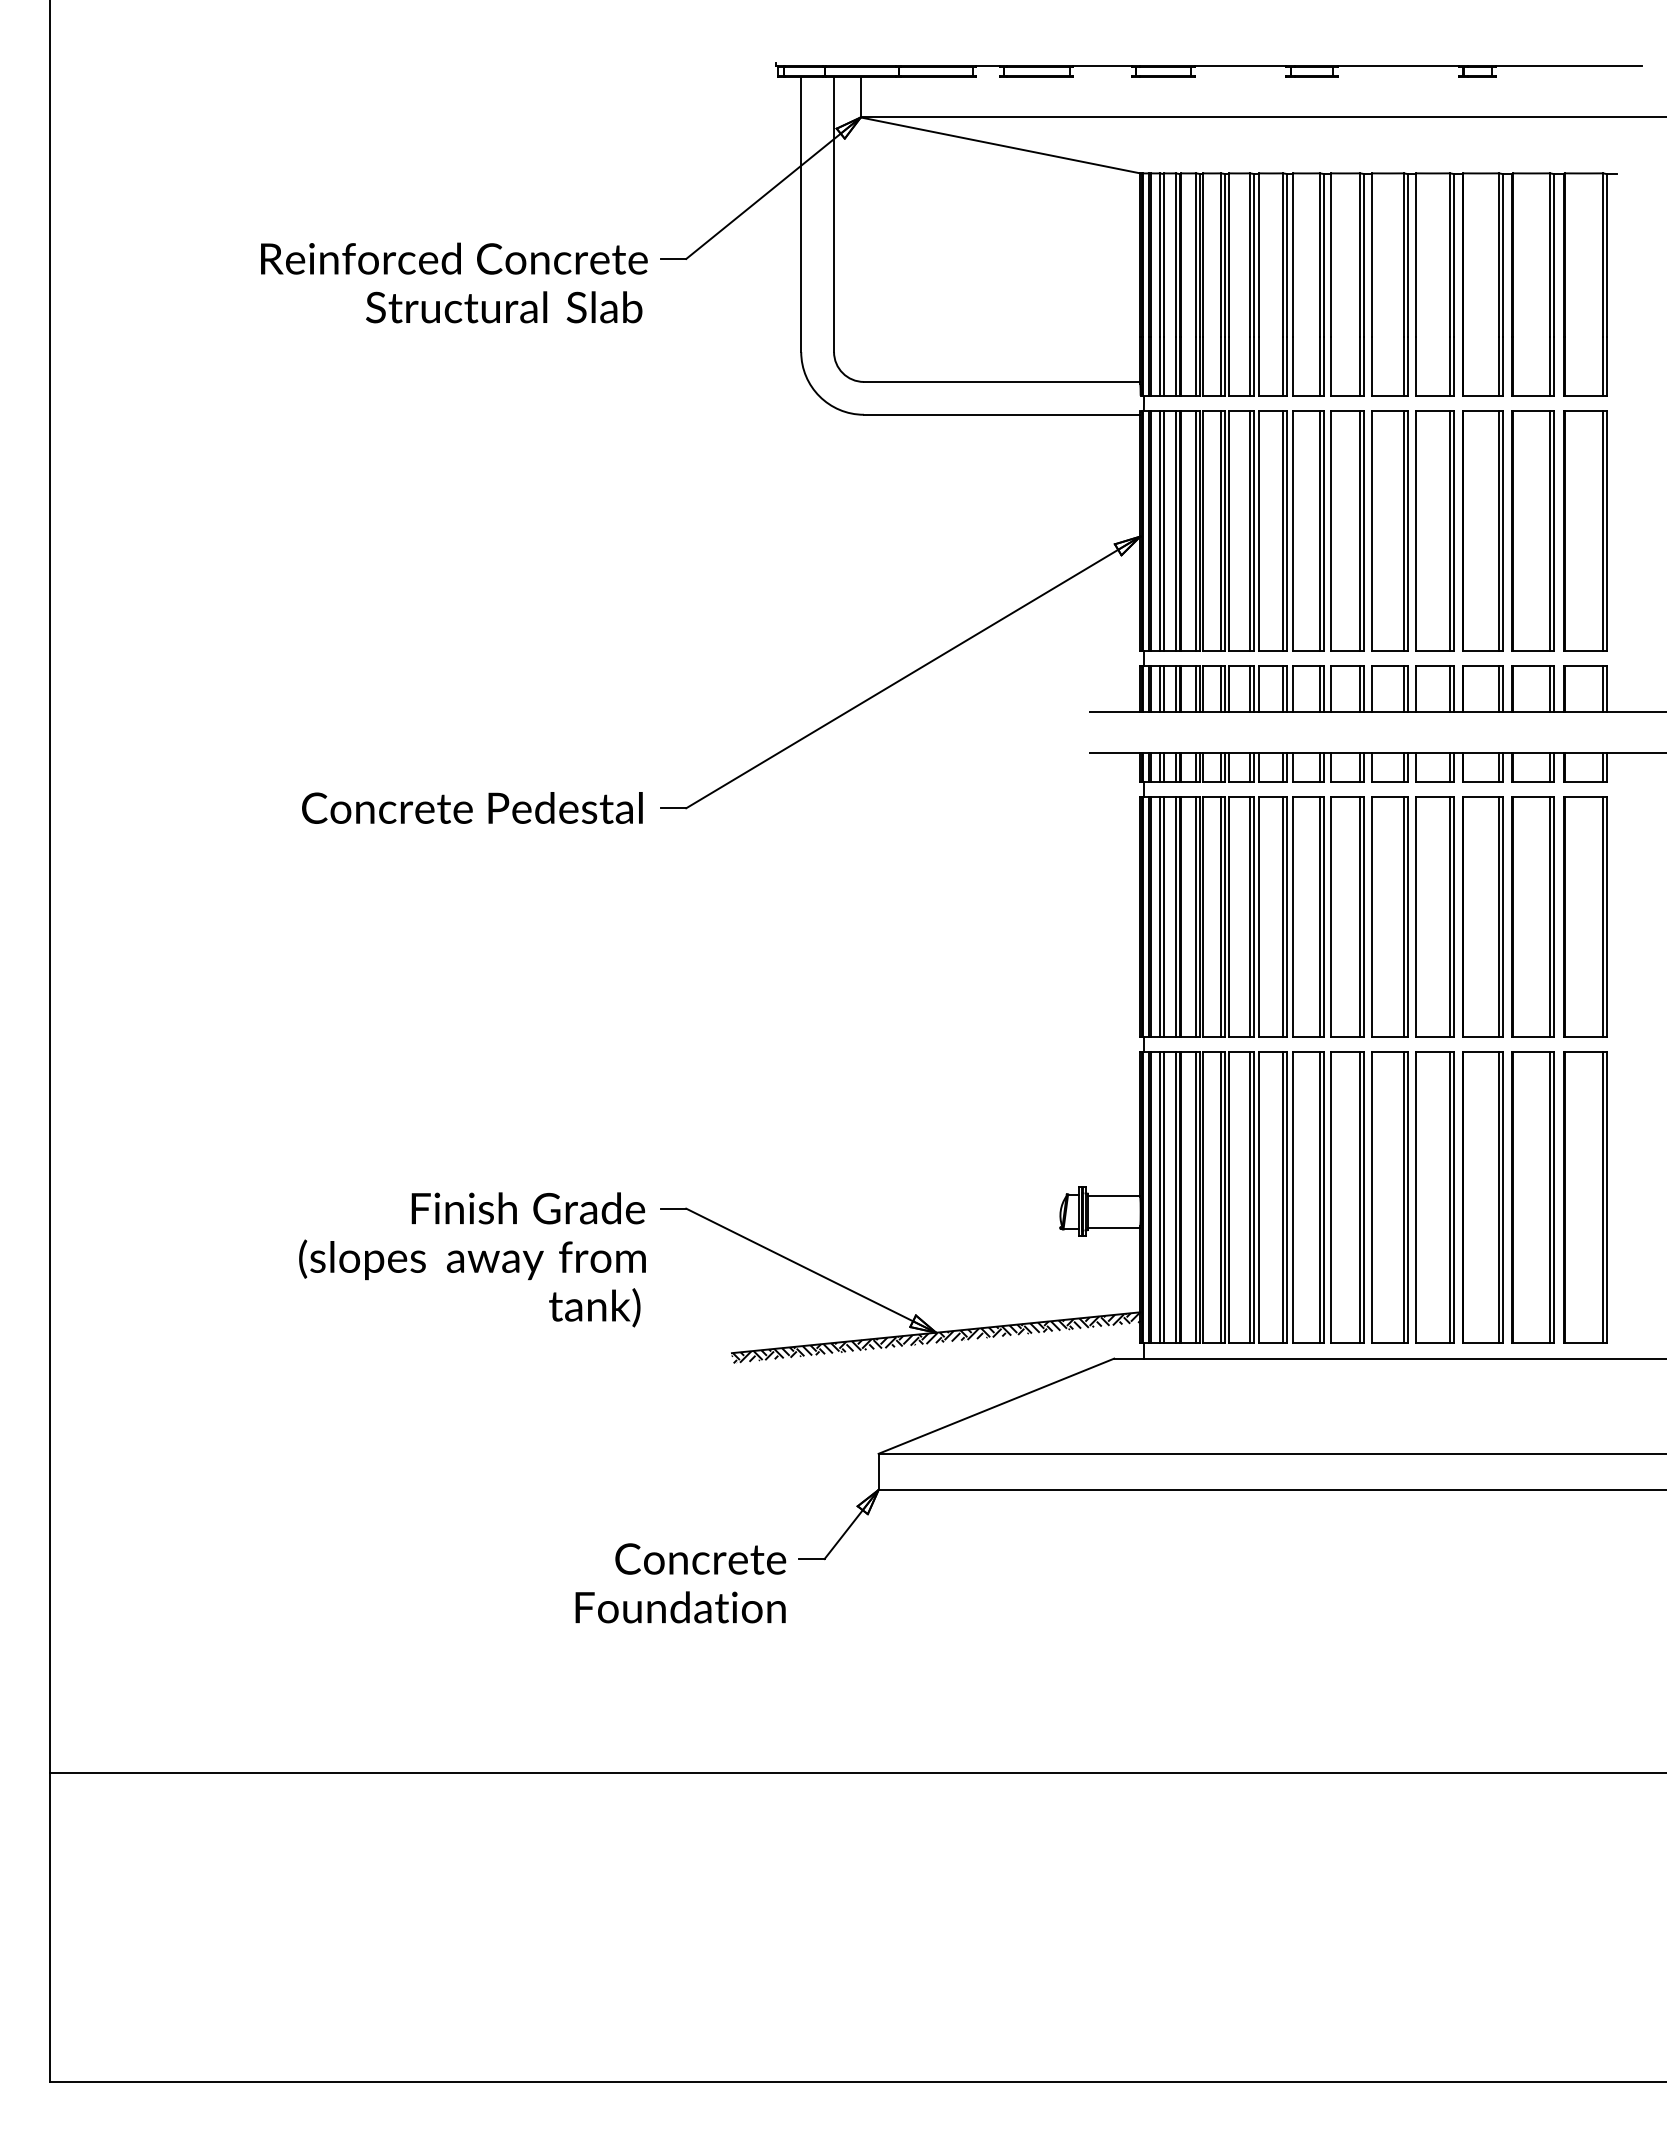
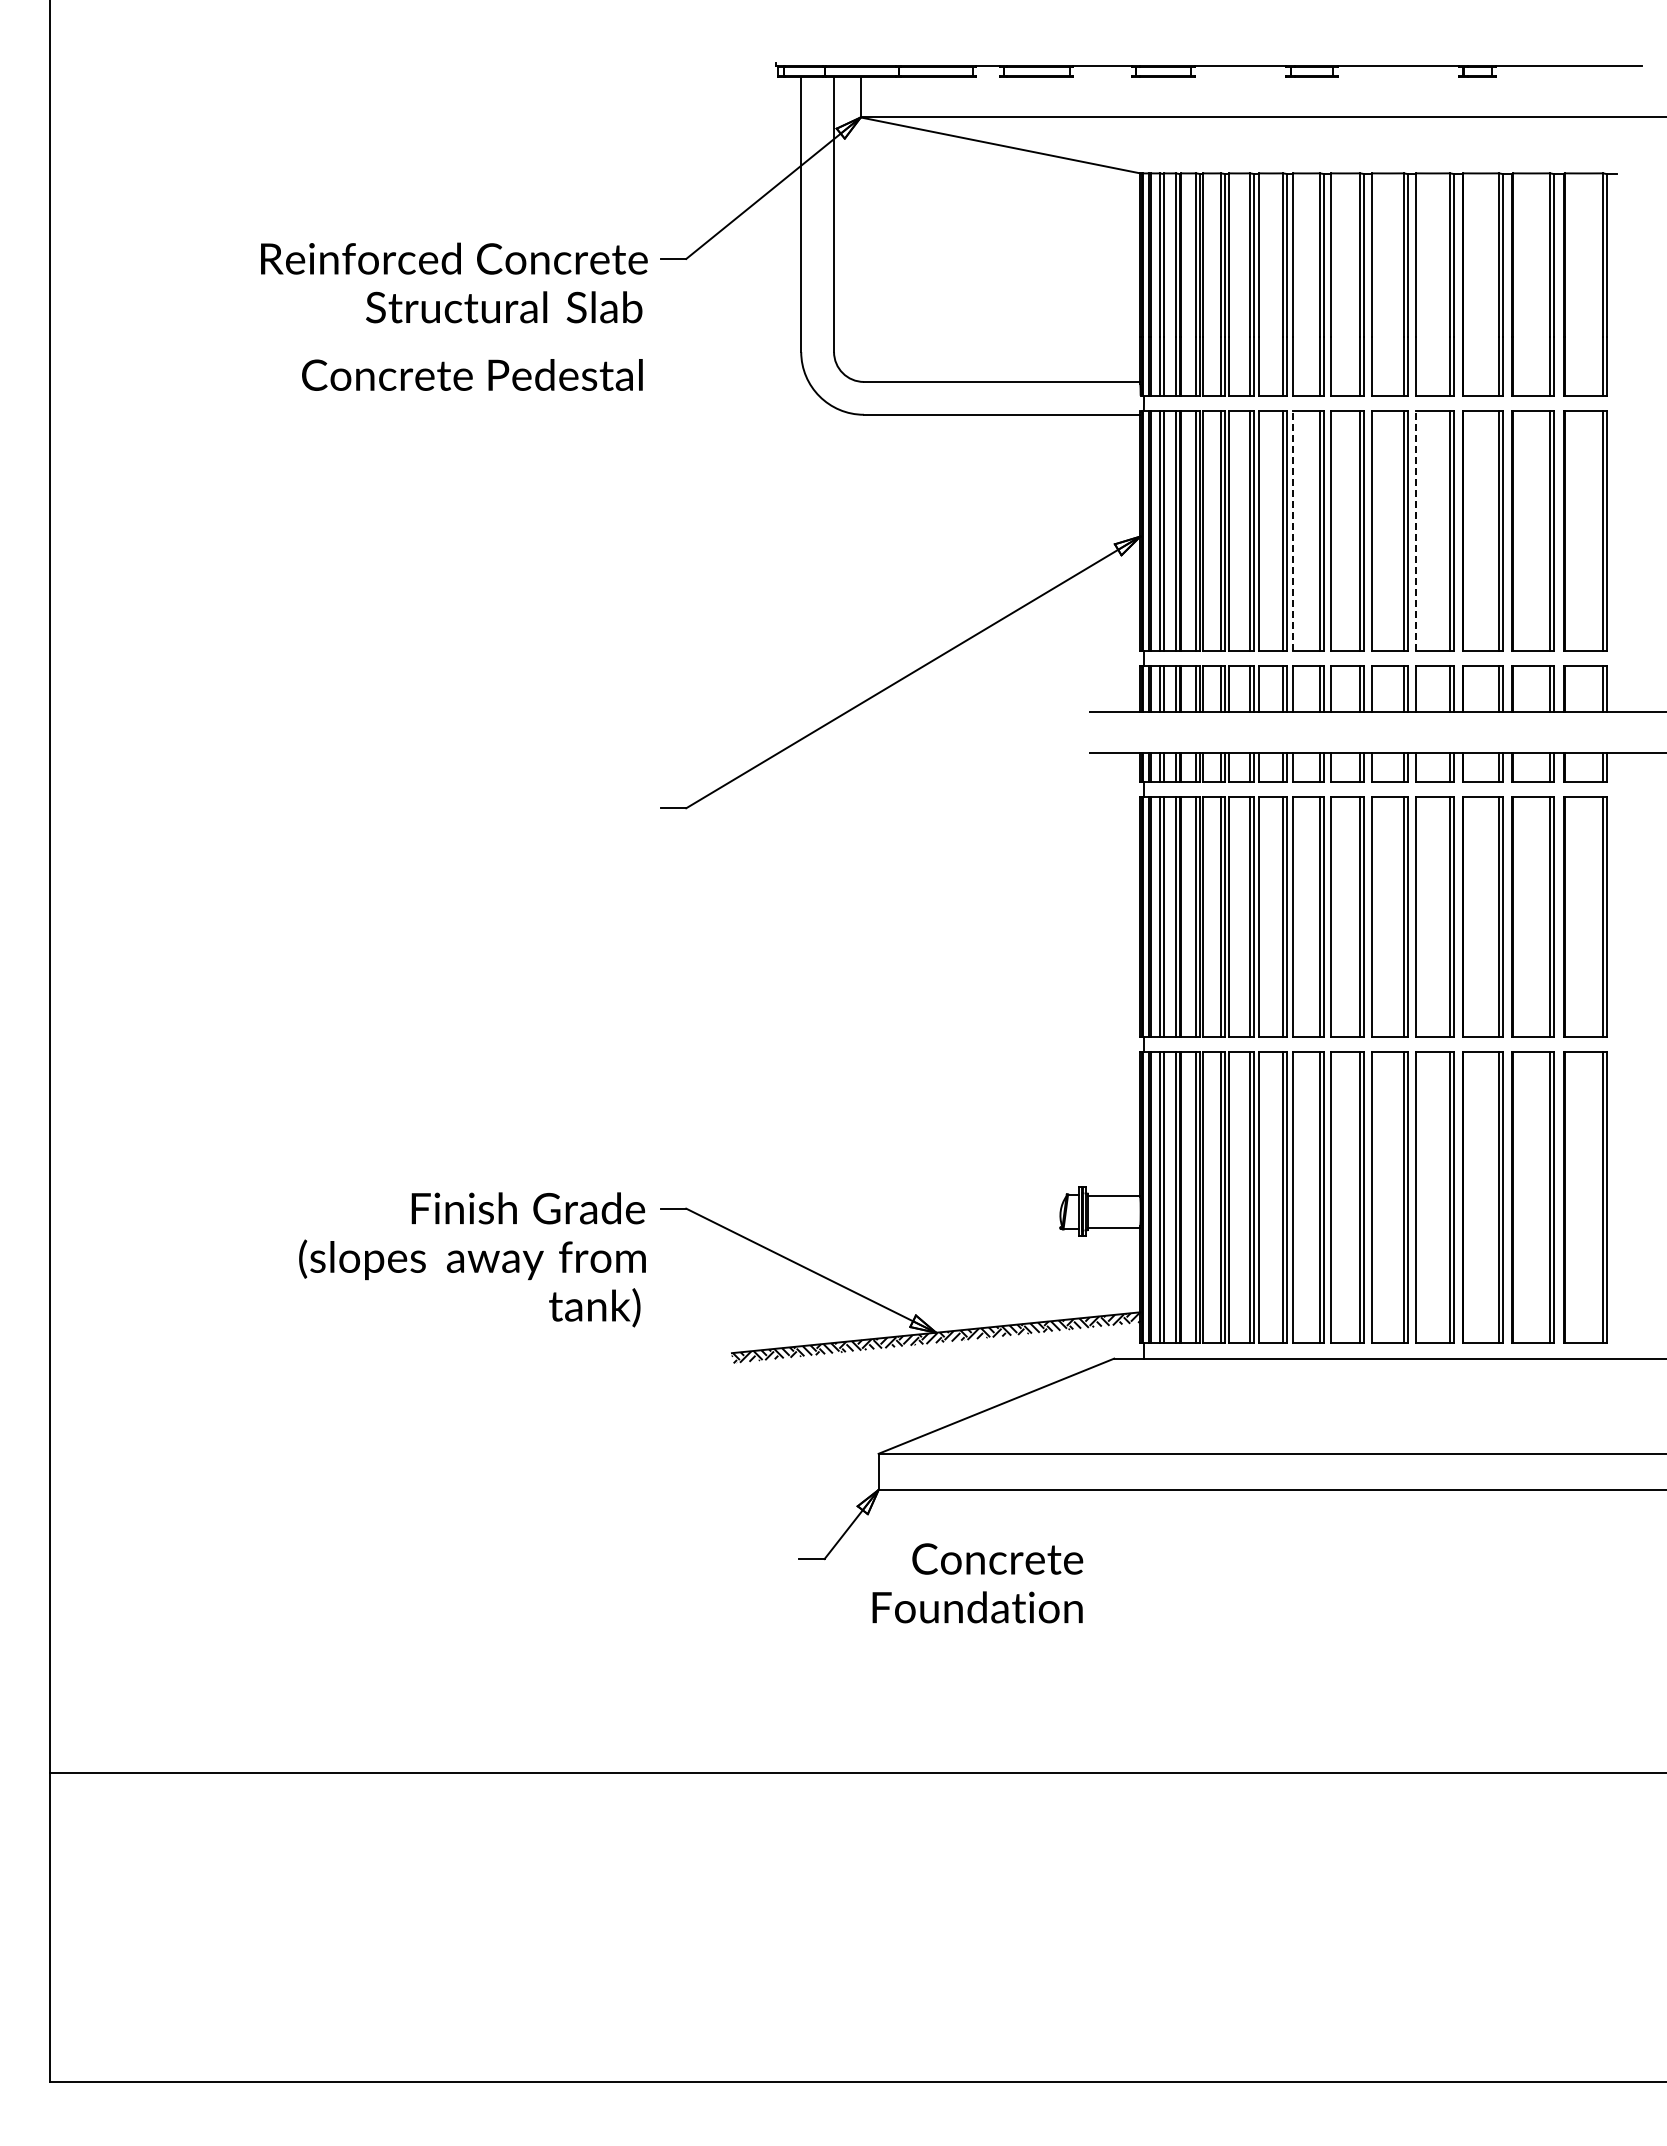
line at (1292, 530): solid -> dashed
line at (1416, 530): solid -> dashed
text at (472, 807) position: (472, 807) -> (472, 374)
text at (680, 1583) position: (680, 1583) -> (977, 1583)
